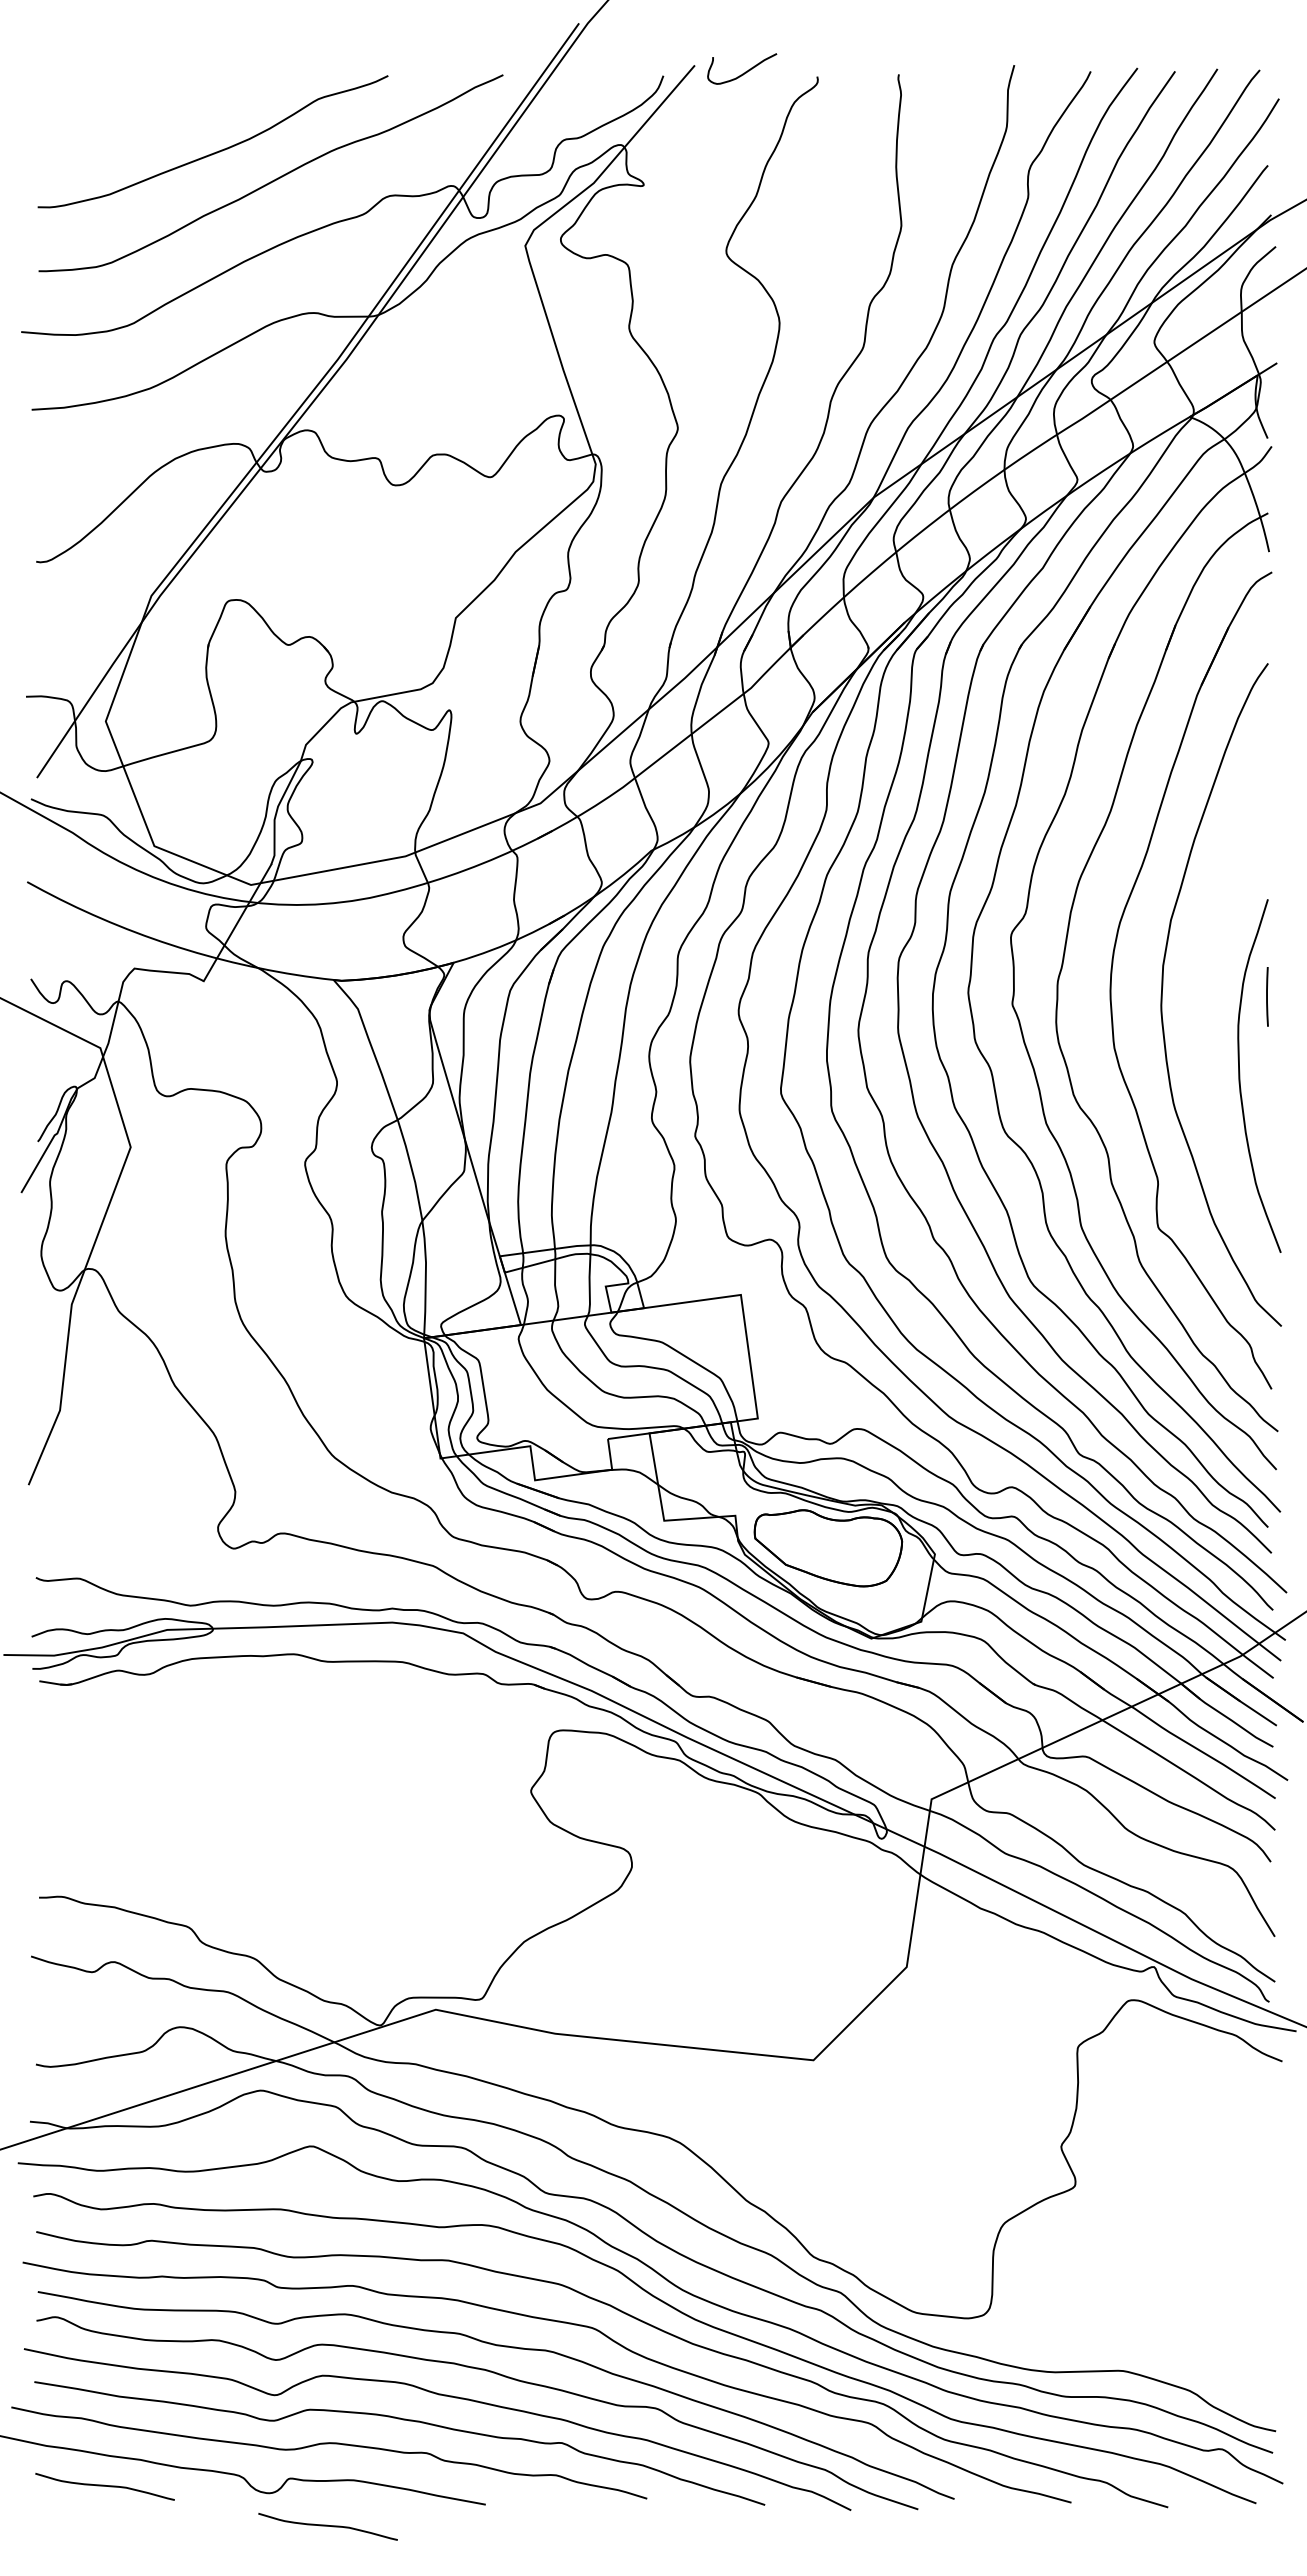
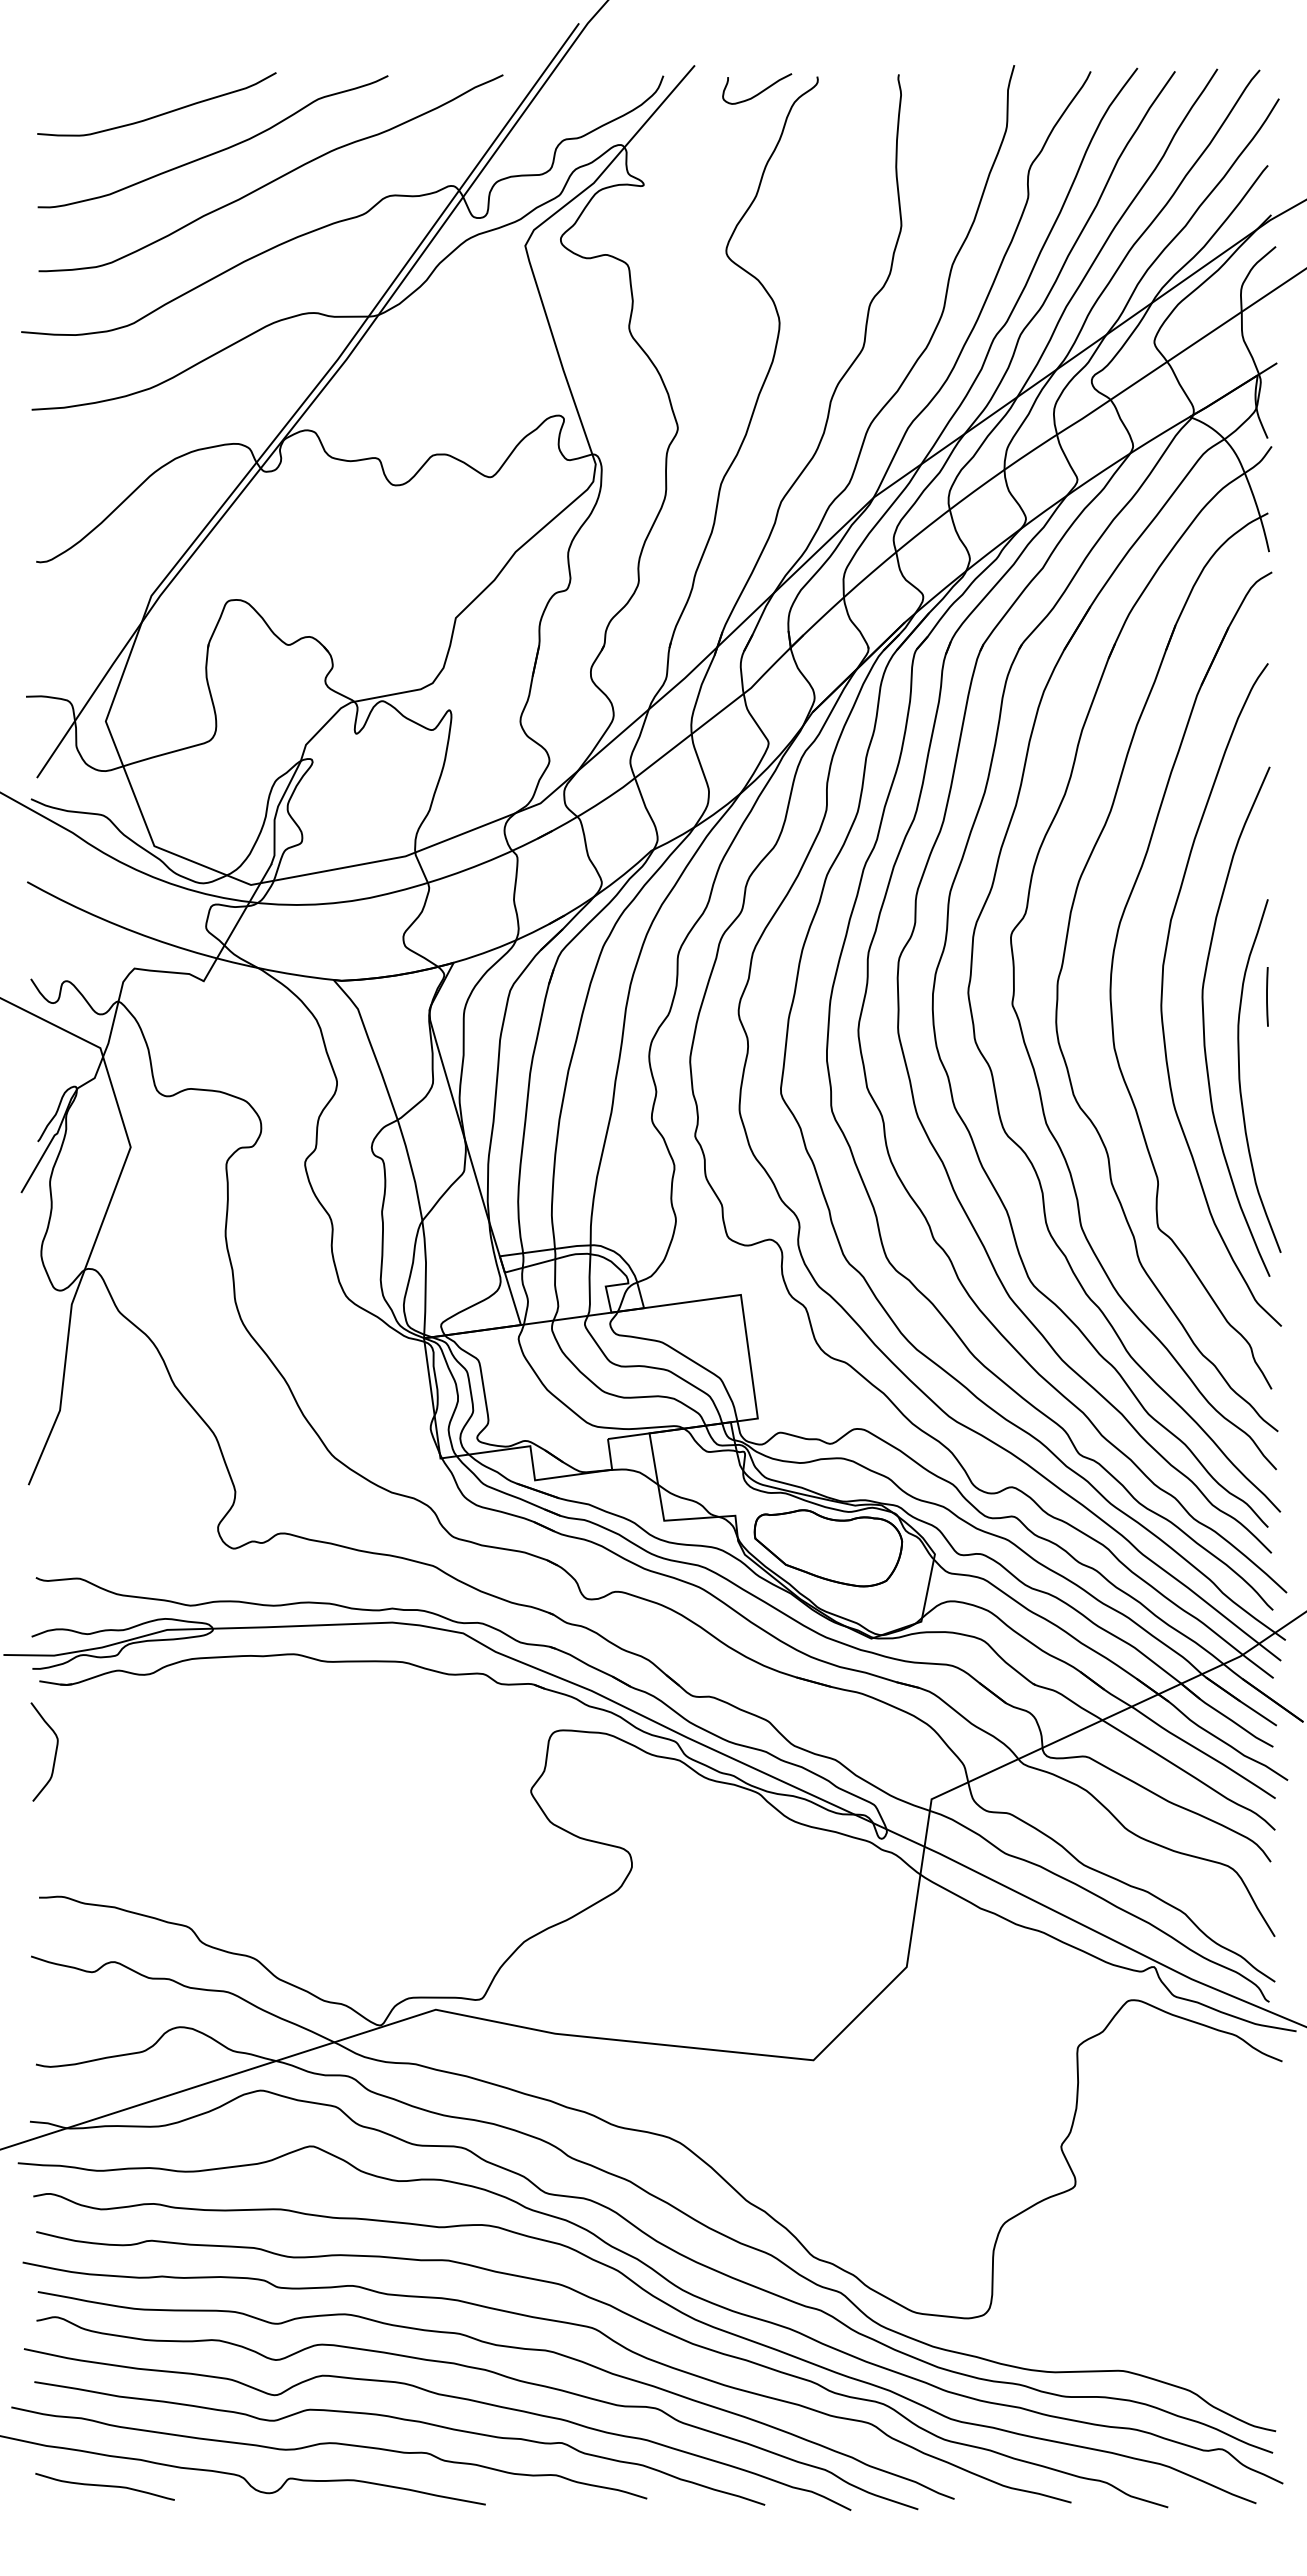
curve at (745, 71) position: (745, 71) -> (760, 91)
curve at (158, 114): none -> present
curve at (1204, 1021): none -> present
curve at (54, 1754): none -> present
curve at (327, 2526): present -> none
